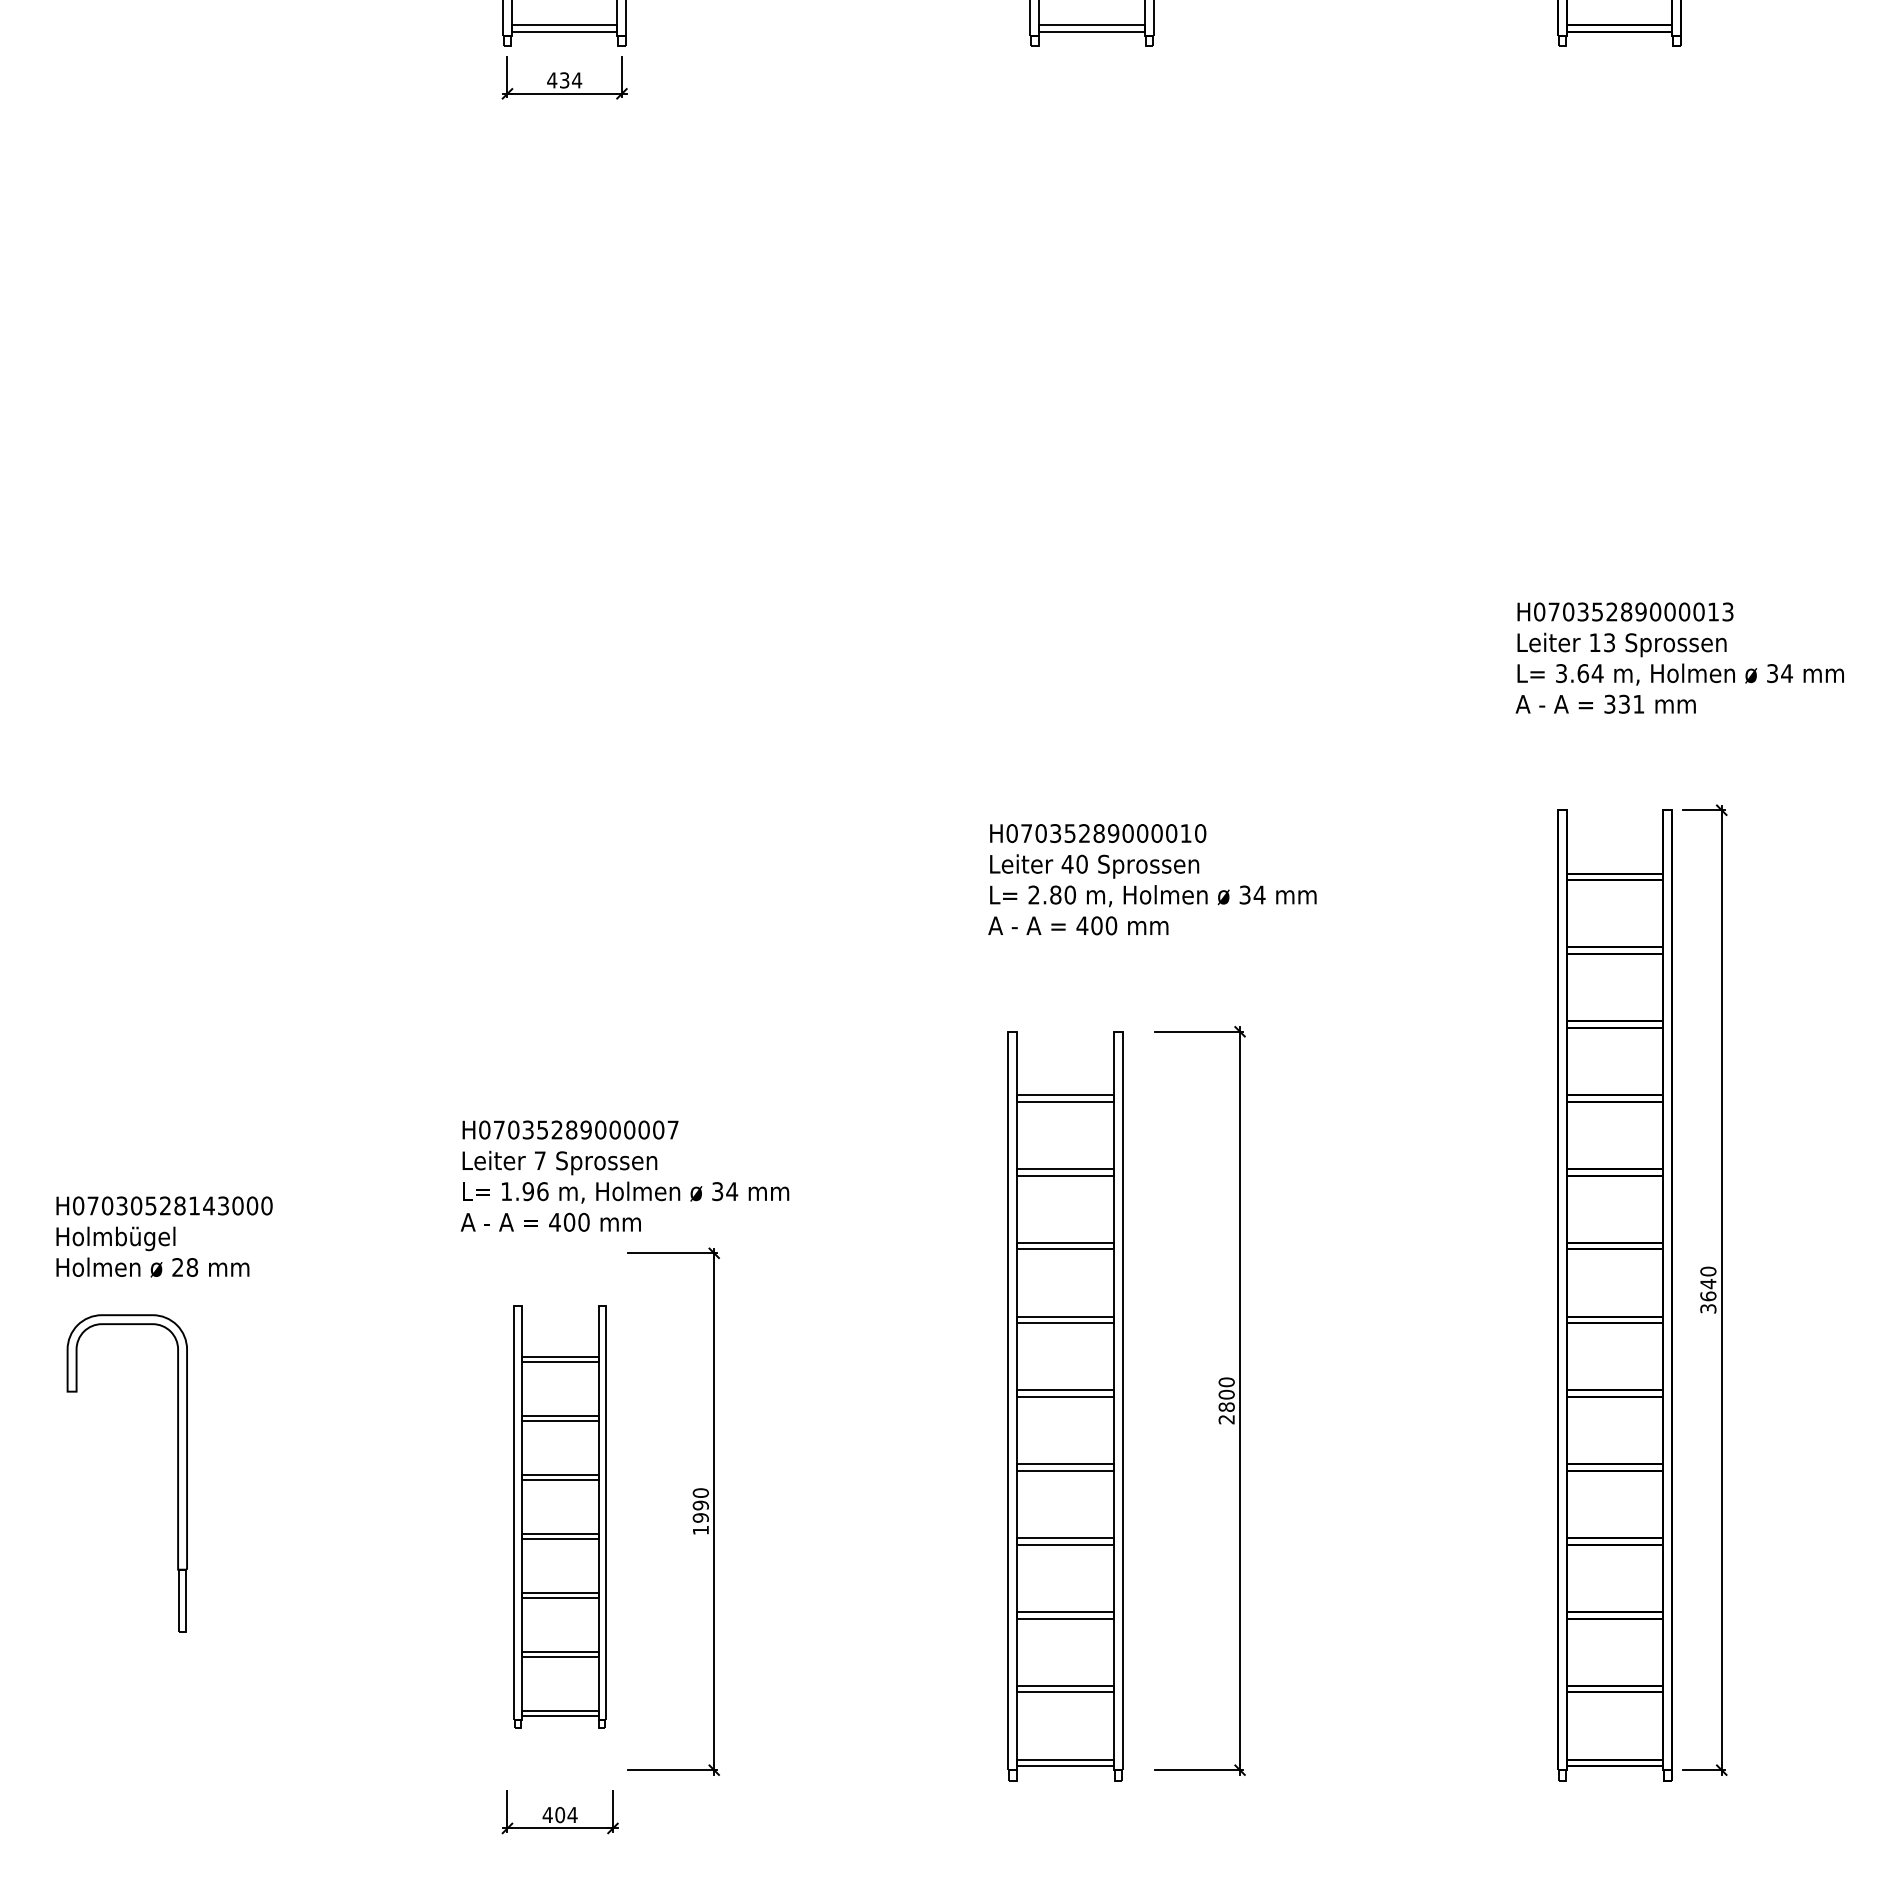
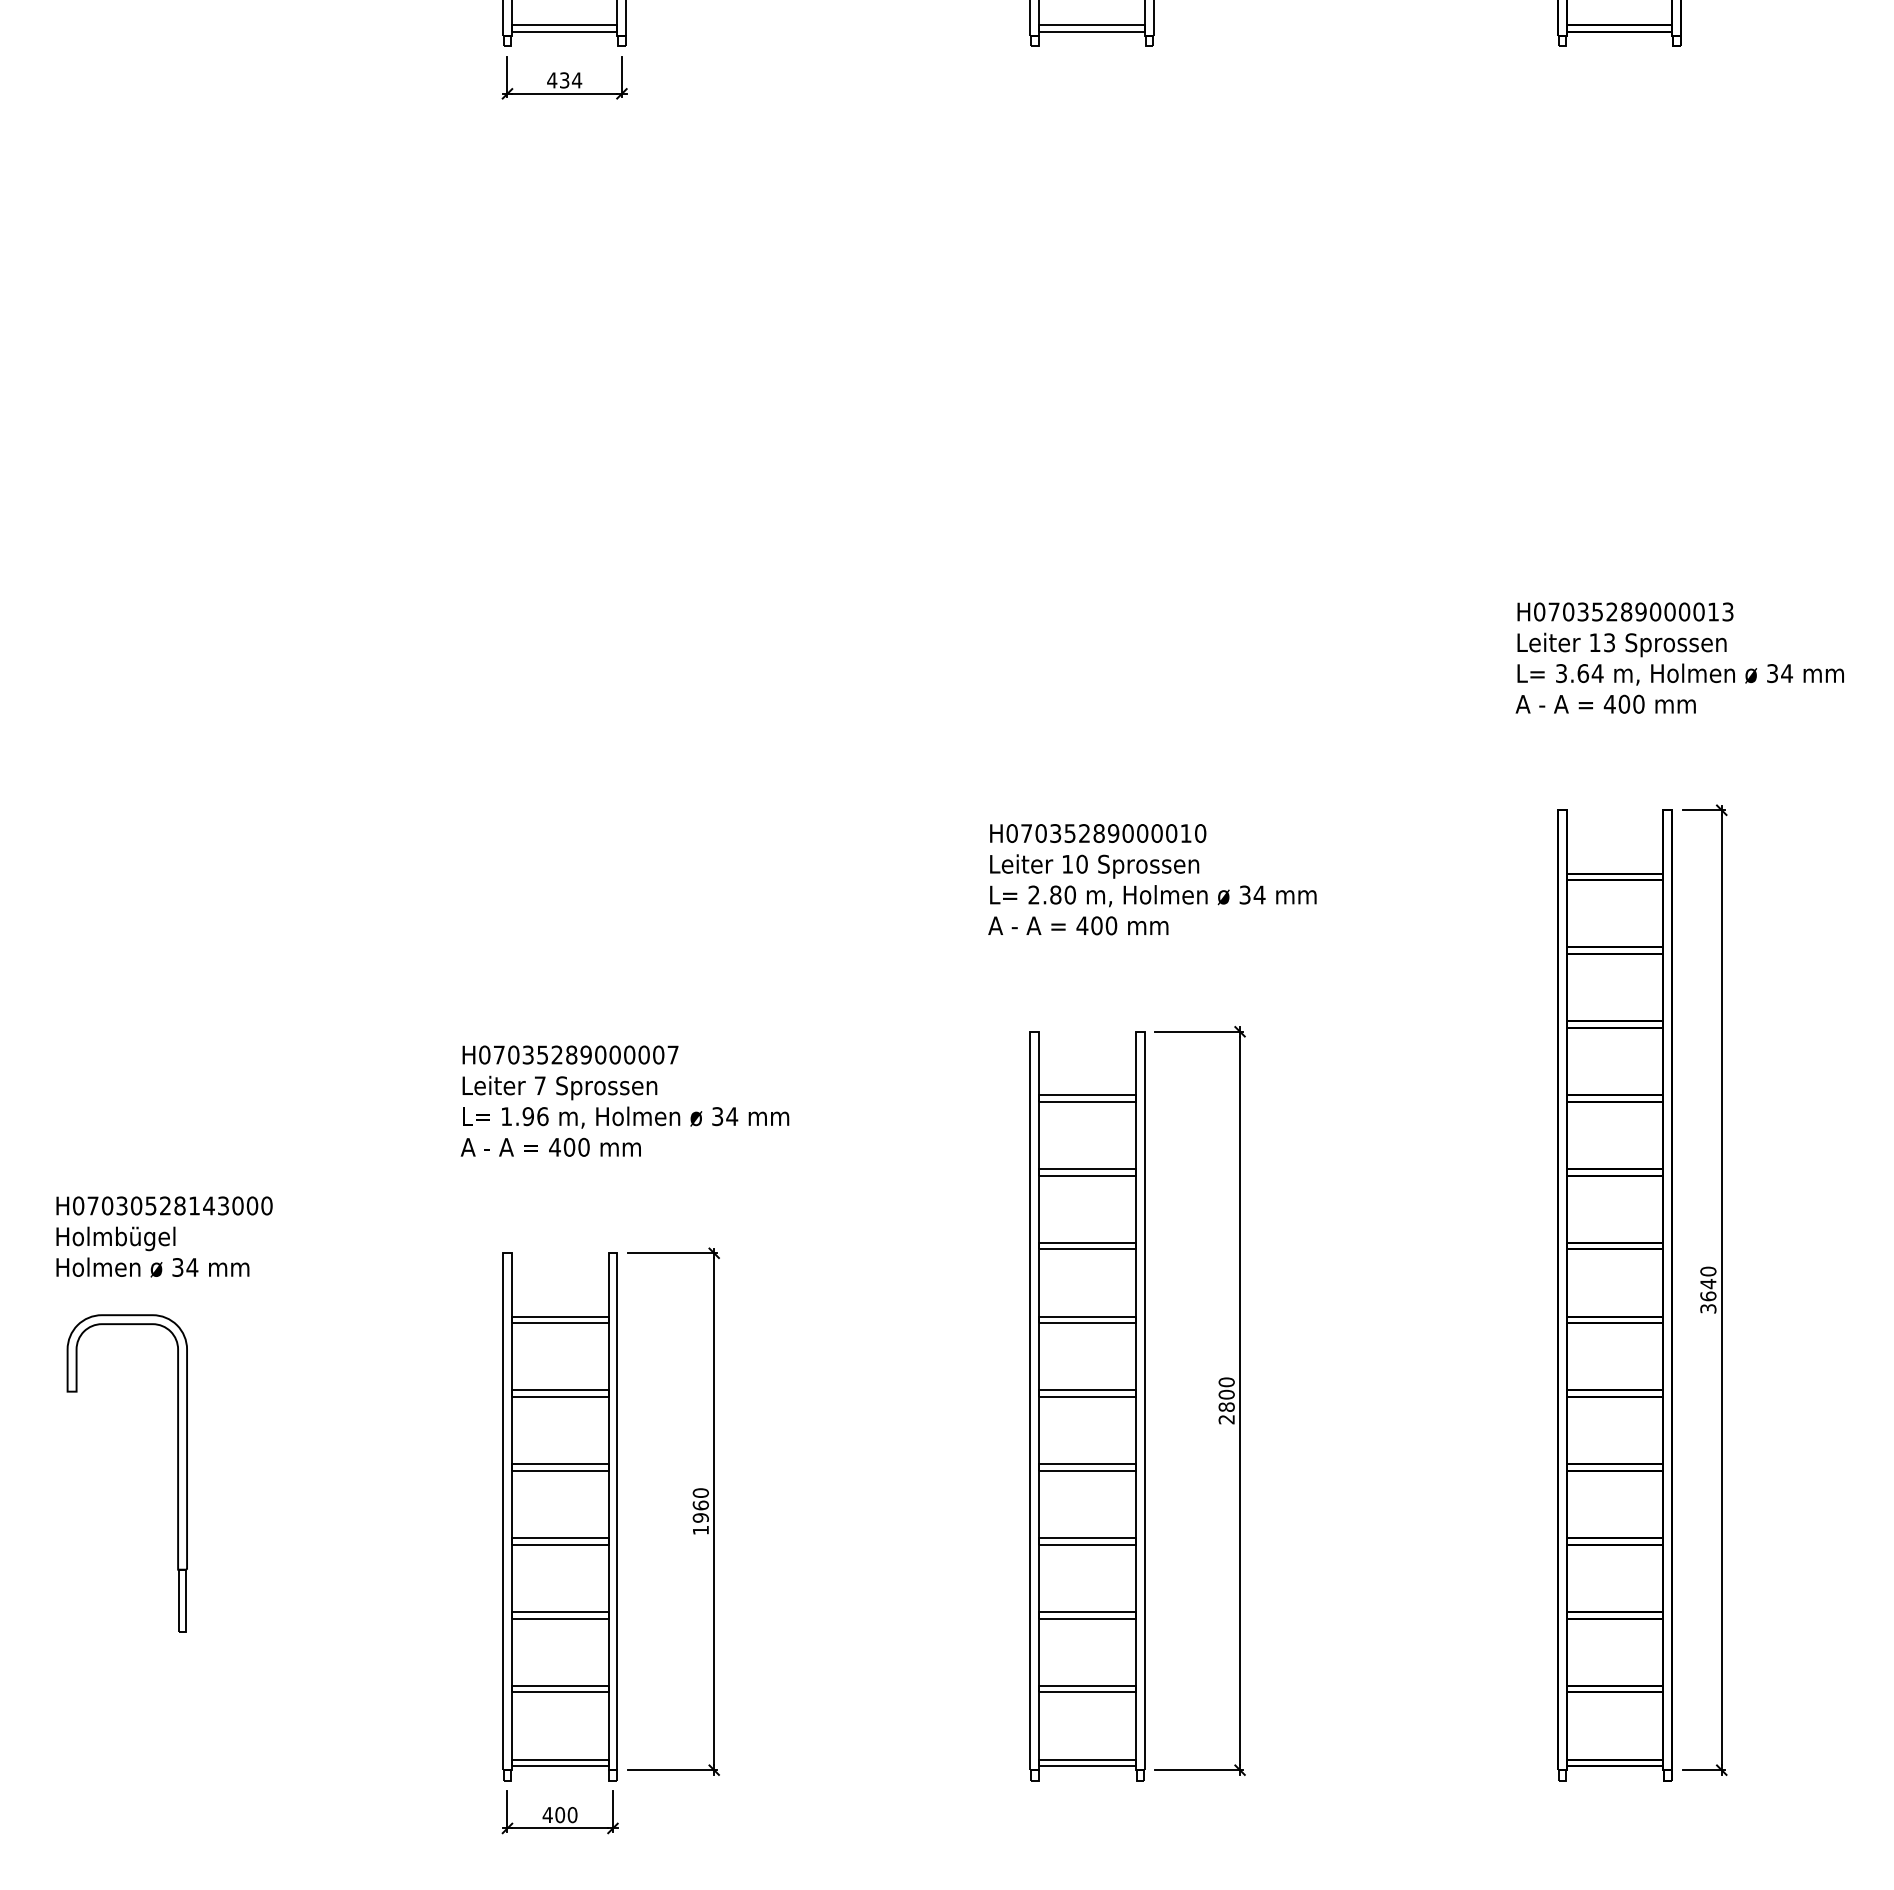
text at (1623, 703): 331 -> 400
text at (1067, 864): 40 -> 10
text at (624, 1175) position: (624, 1175) -> (624, 1100)
text at (185, 1267): 28 -> 34
part at (1065, 1406) position: (1065, 1406) -> (1087, 1406)
text at (700, 1505): 1990 -> 1960
part at (559, 1516) size: 94x424 px -> 116x530 px
text at (572, 1815): 404 -> 400
